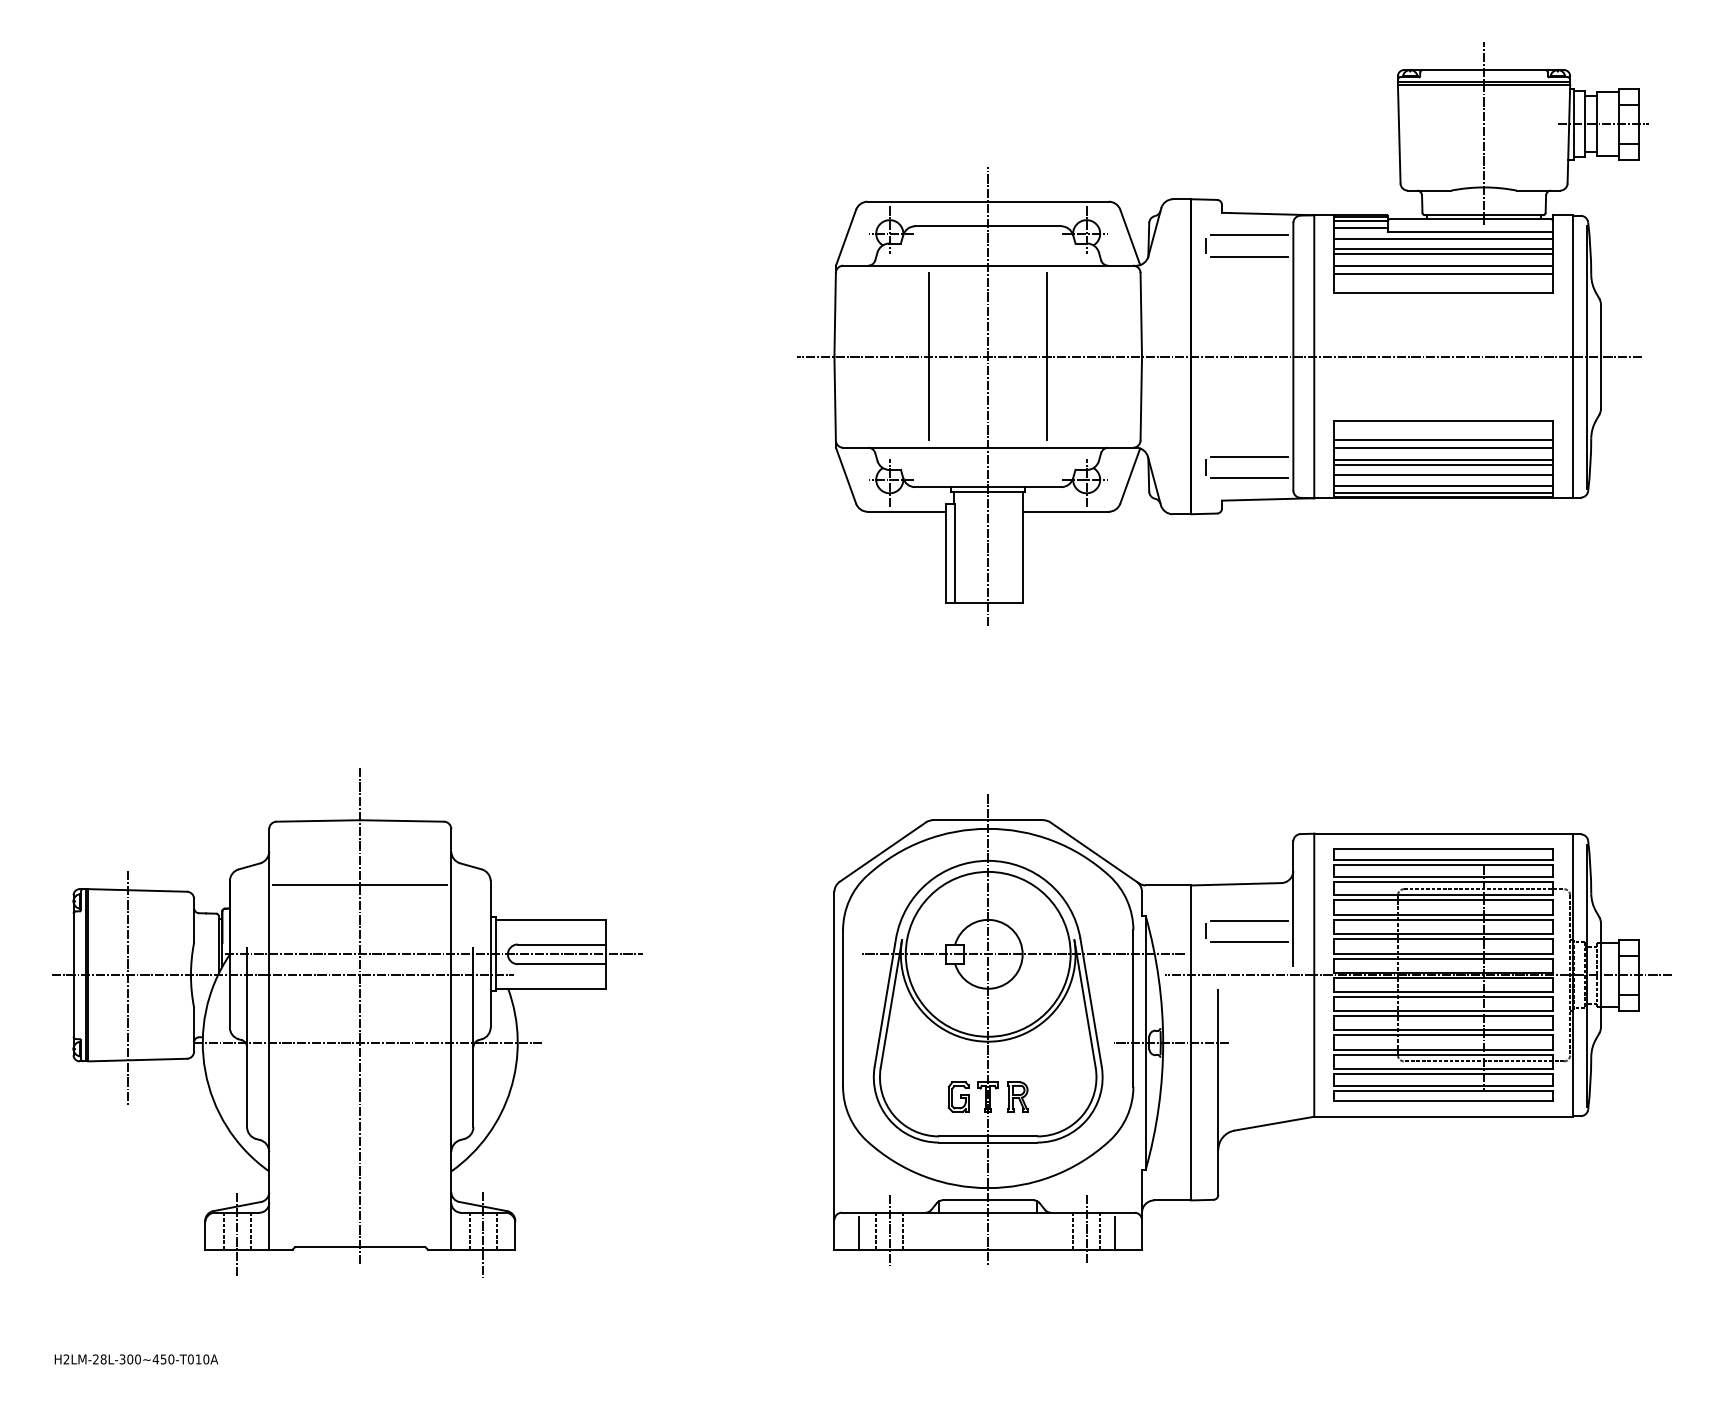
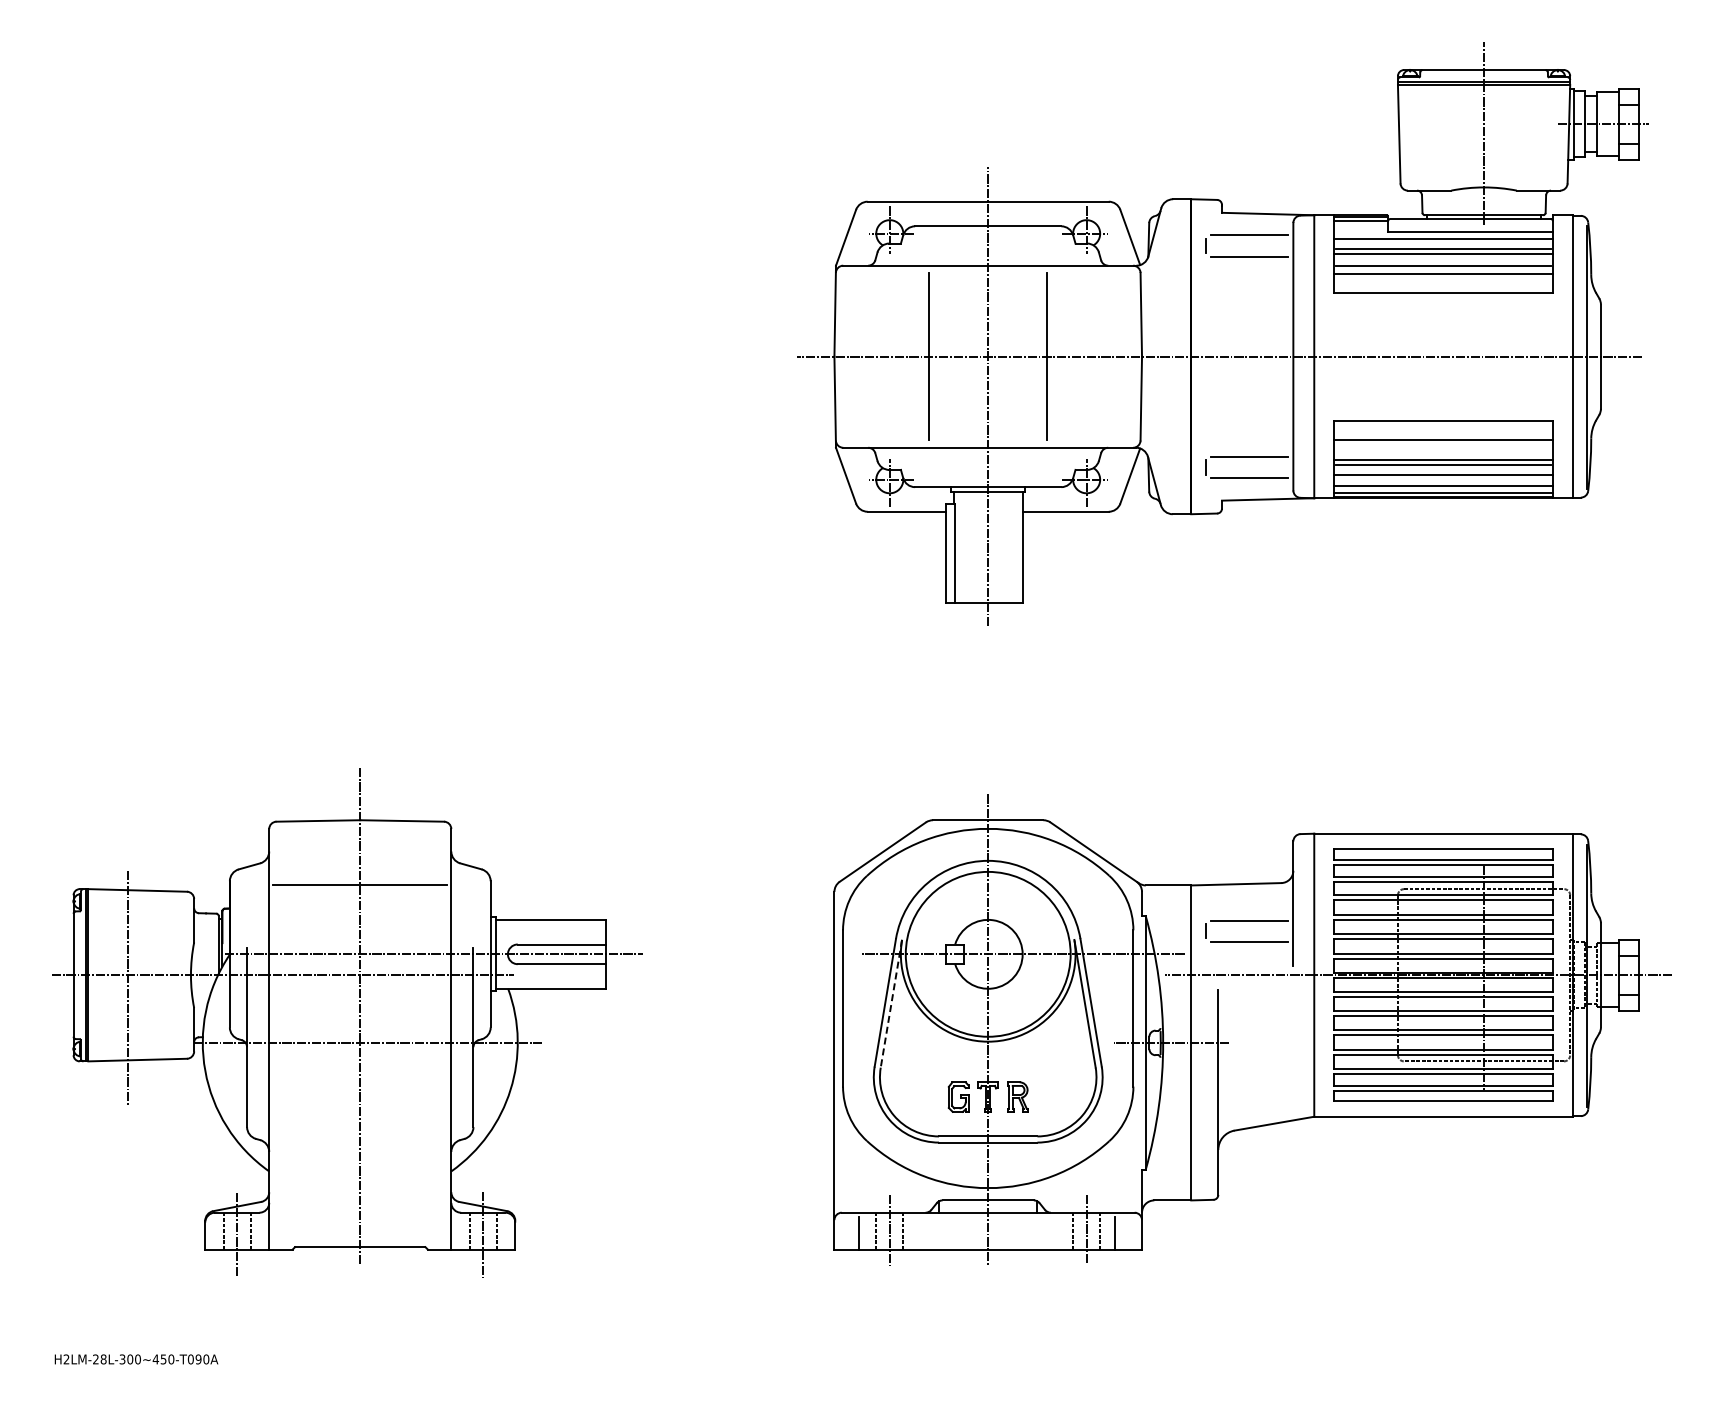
line at (1360, 227): present -> none
line at (1443, 447): present -> none
line at (891, 1003): solid -> dashed
text at (198, 1359): H2LM-28L-300~450-T010A -> H2LM-28L-300~450-T090A
